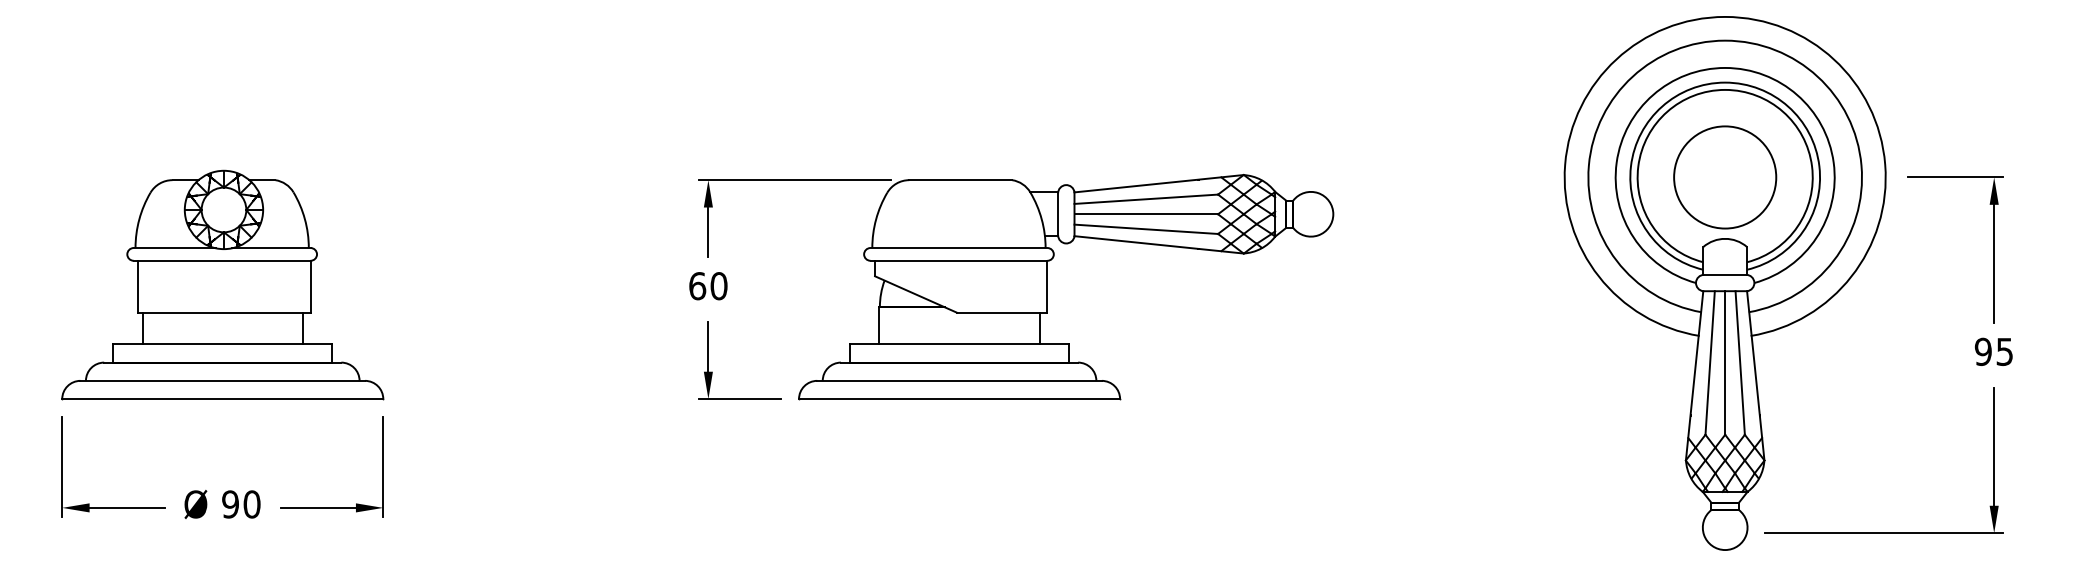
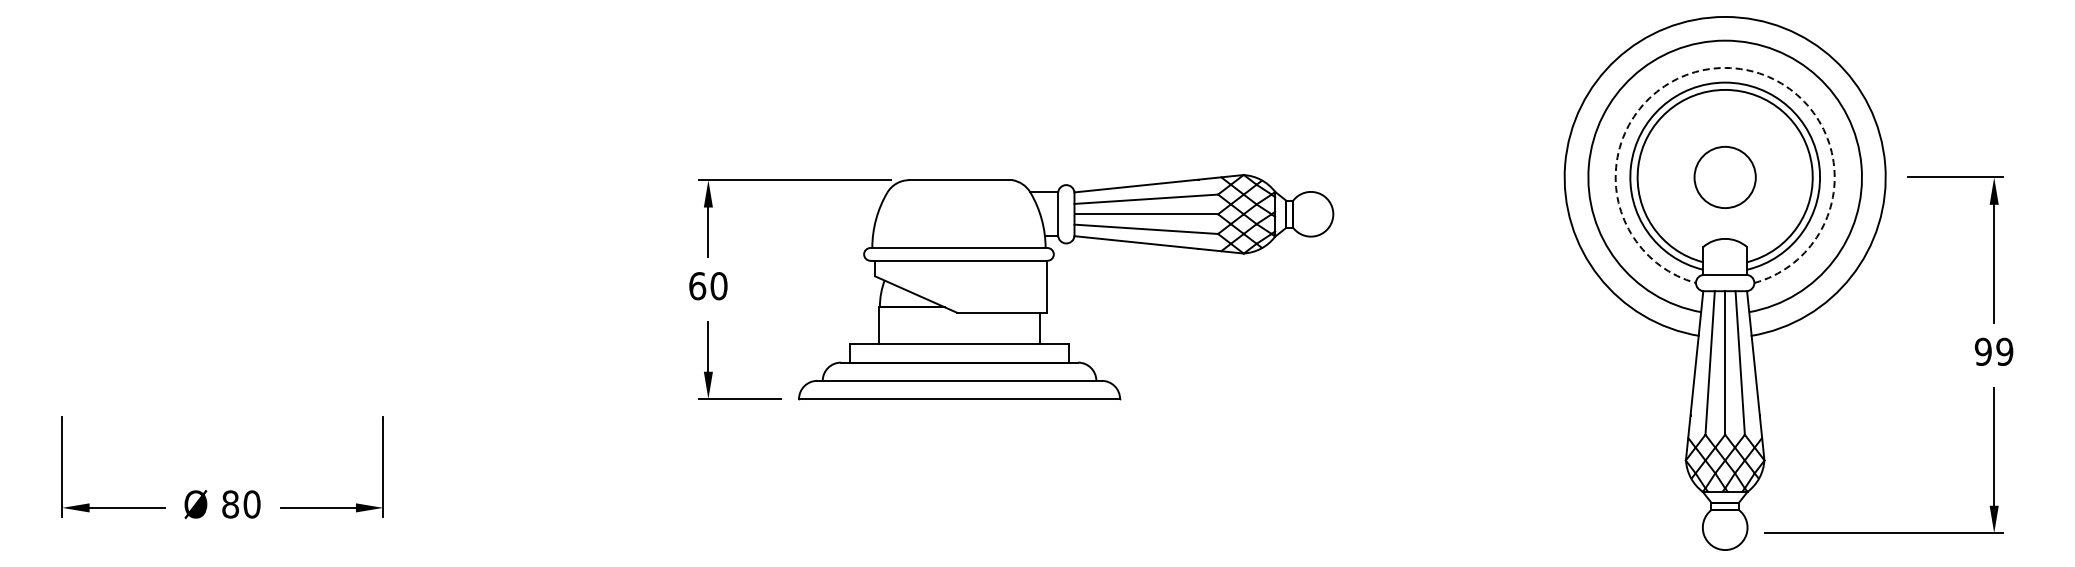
arc at (1725, 67): solid -> dashed
circle at (1725, 177) diameter: 102 px -> 61 px
part at (222, 284): present -> none
text at (2004, 351): 95 -> 99
text at (230, 504): 90 -> 80
